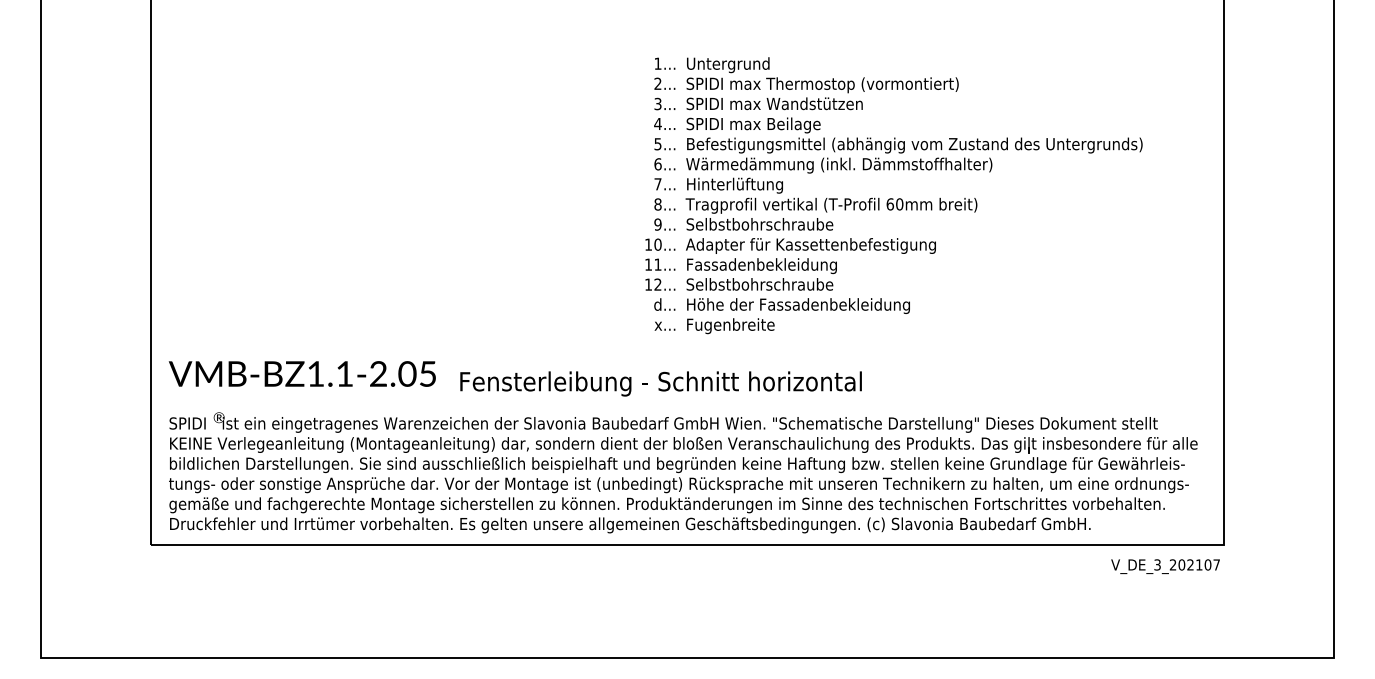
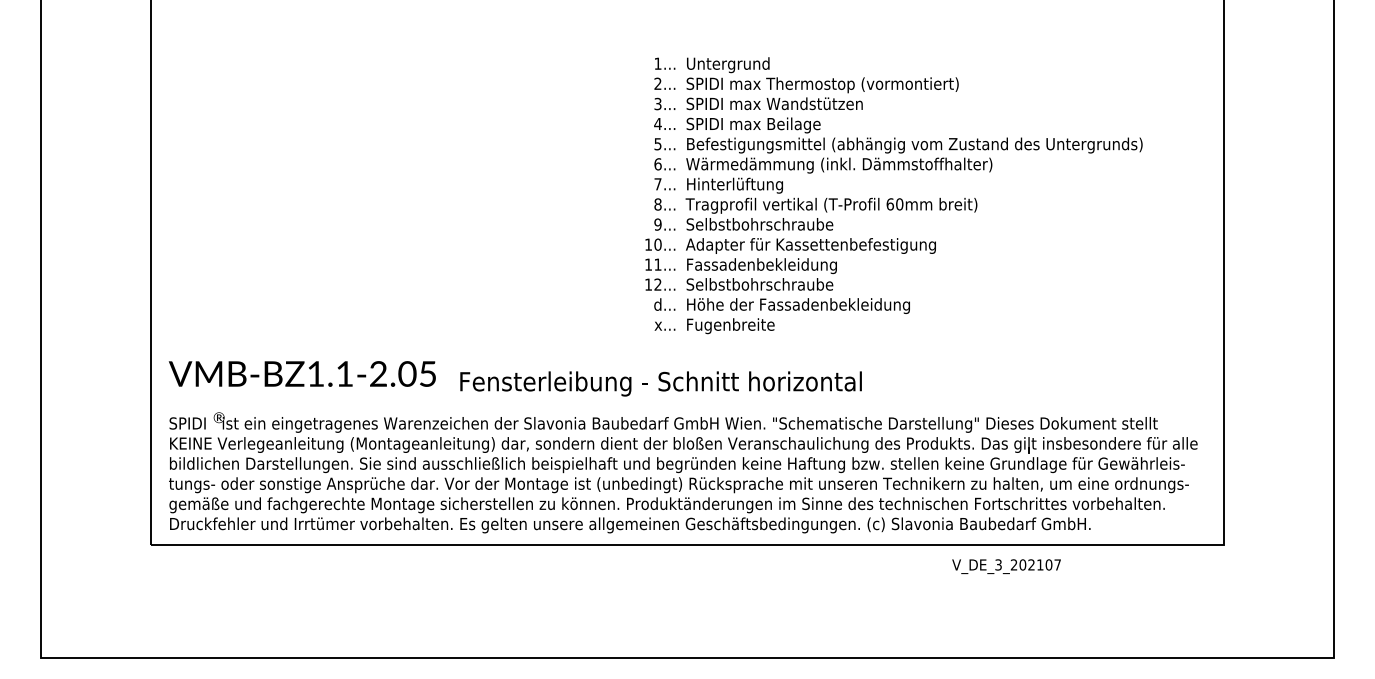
text at (1165, 566) position: (1165, 566) -> (1006, 566)
